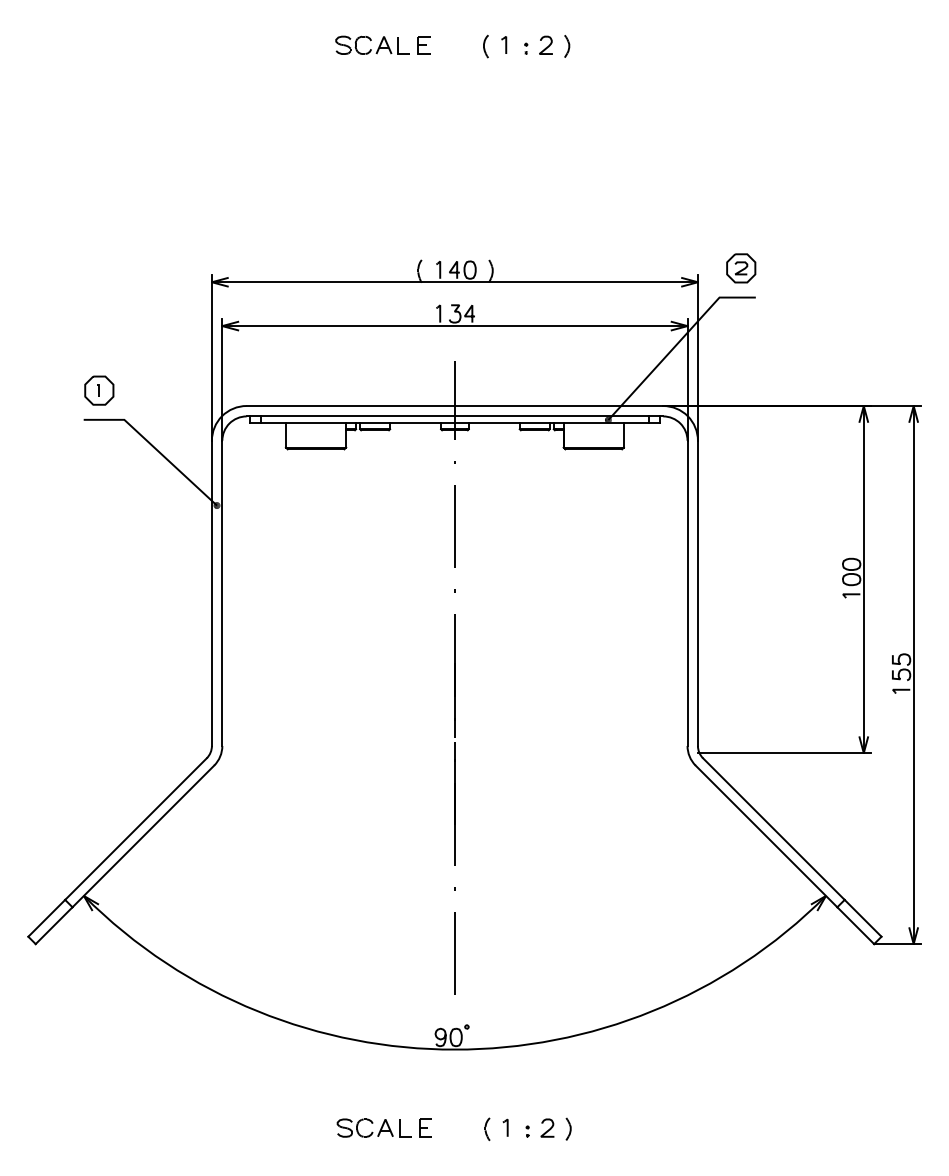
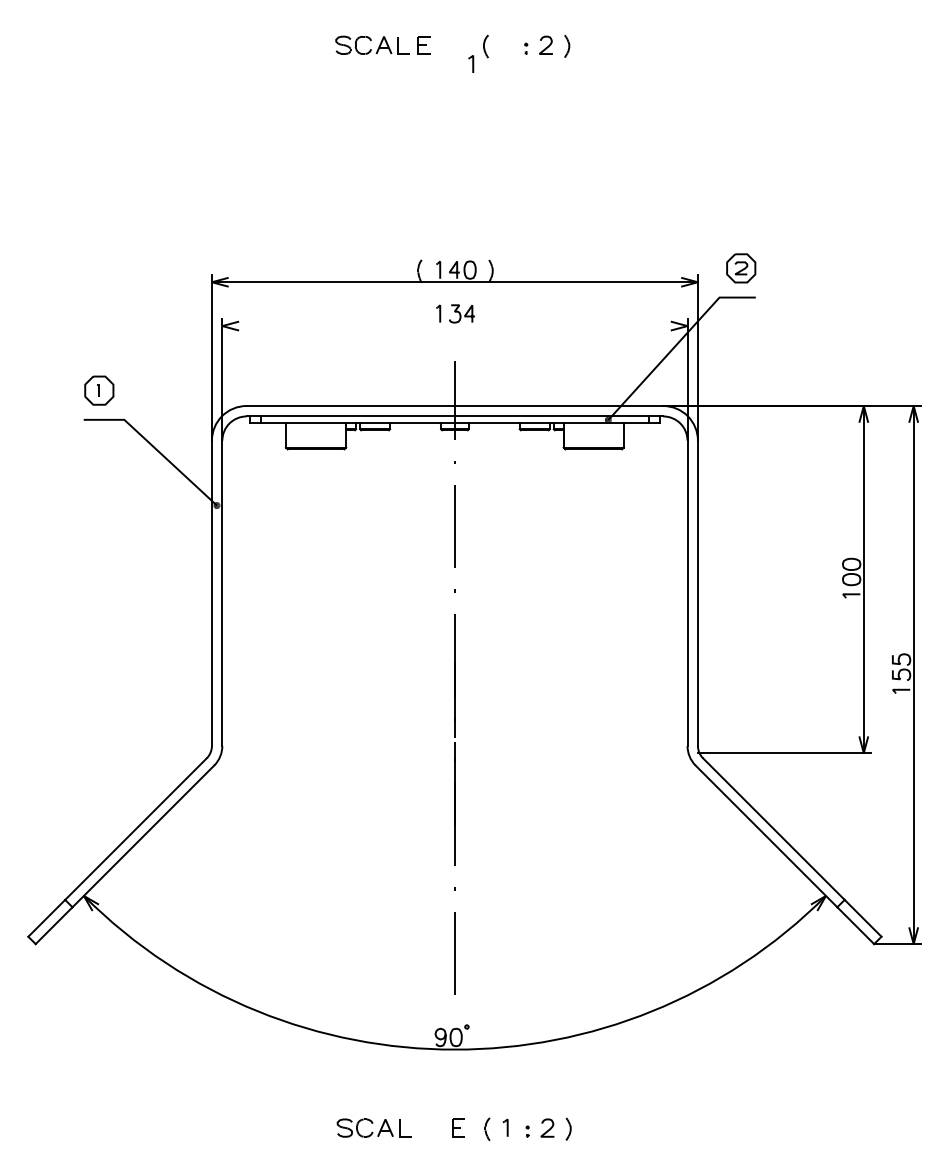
part at (504, 44) position: (504, 44) -> (471, 63)
line at (454, 326): present -> none
part at (425, 1127) position: (425, 1127) -> (458, 1127)
